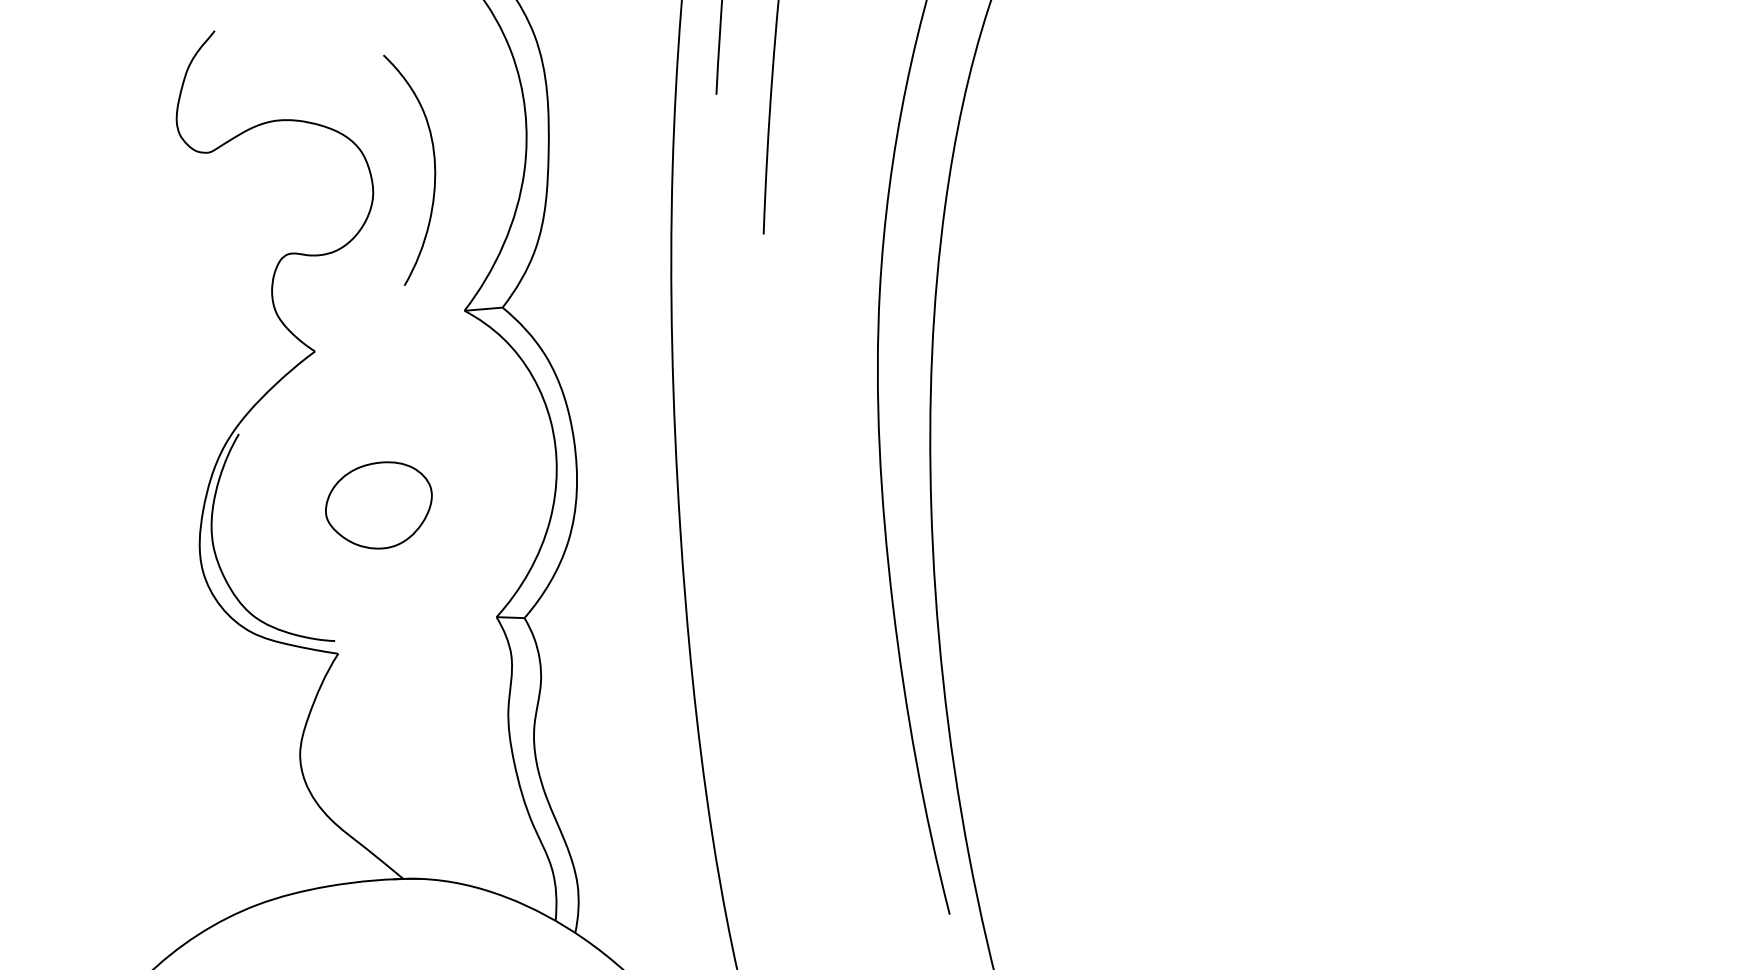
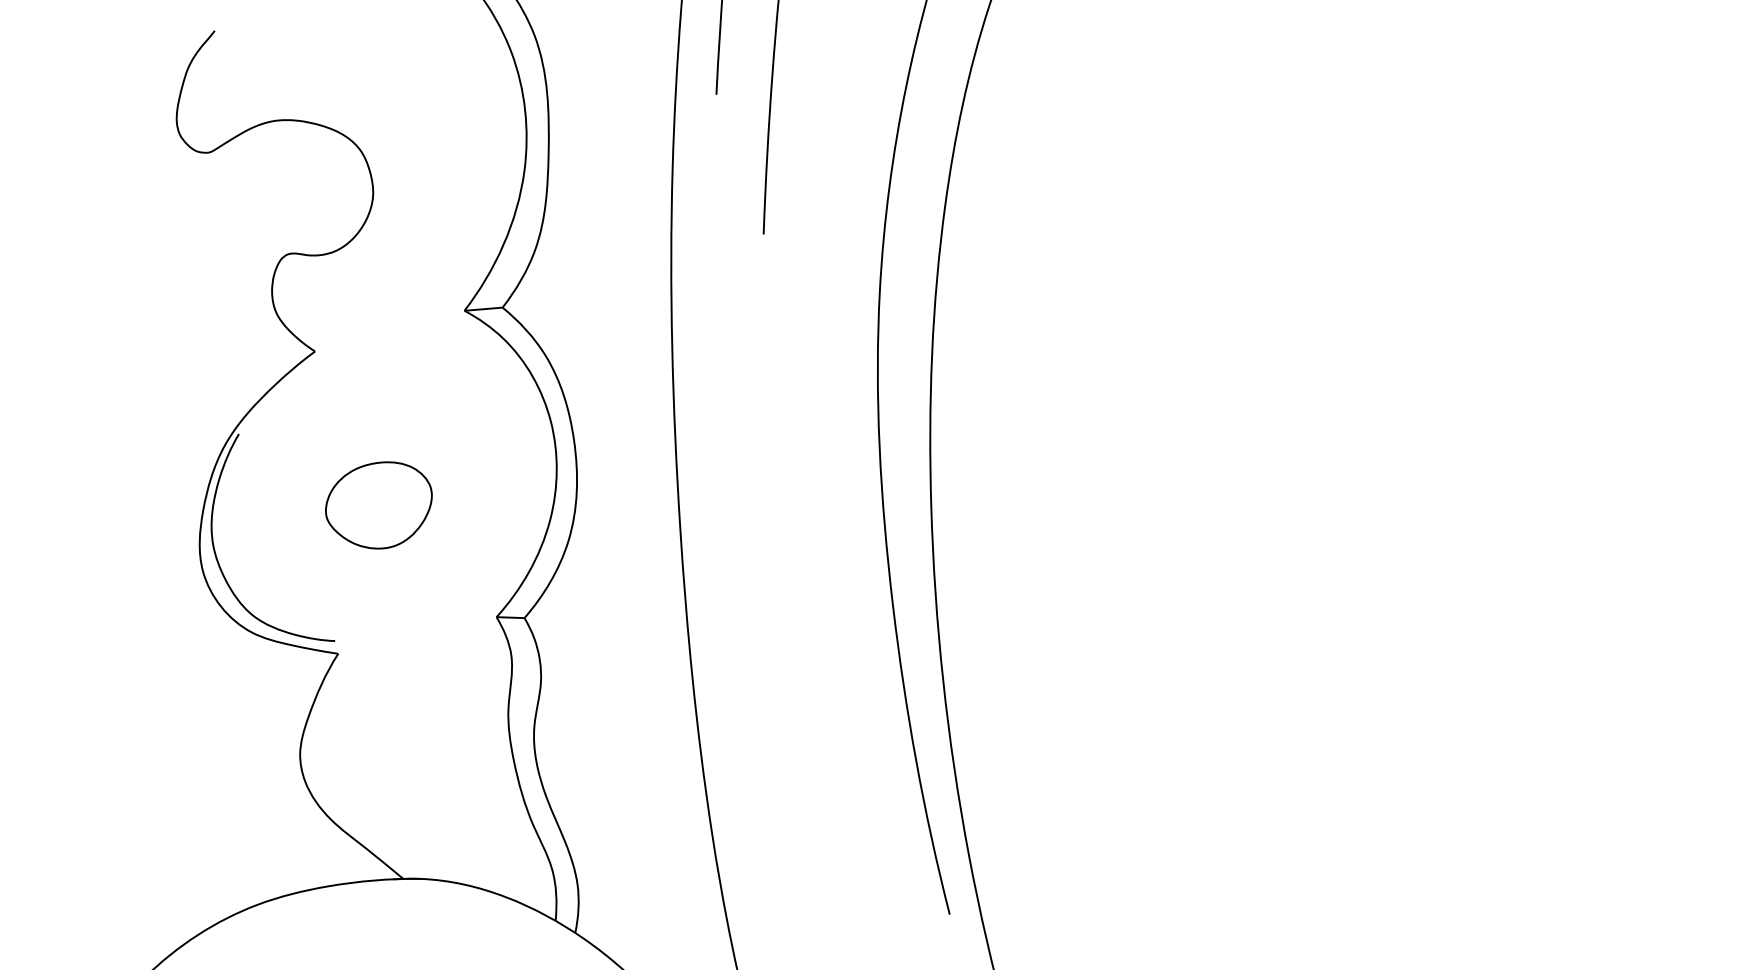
curve at (434, 169): present -> none
